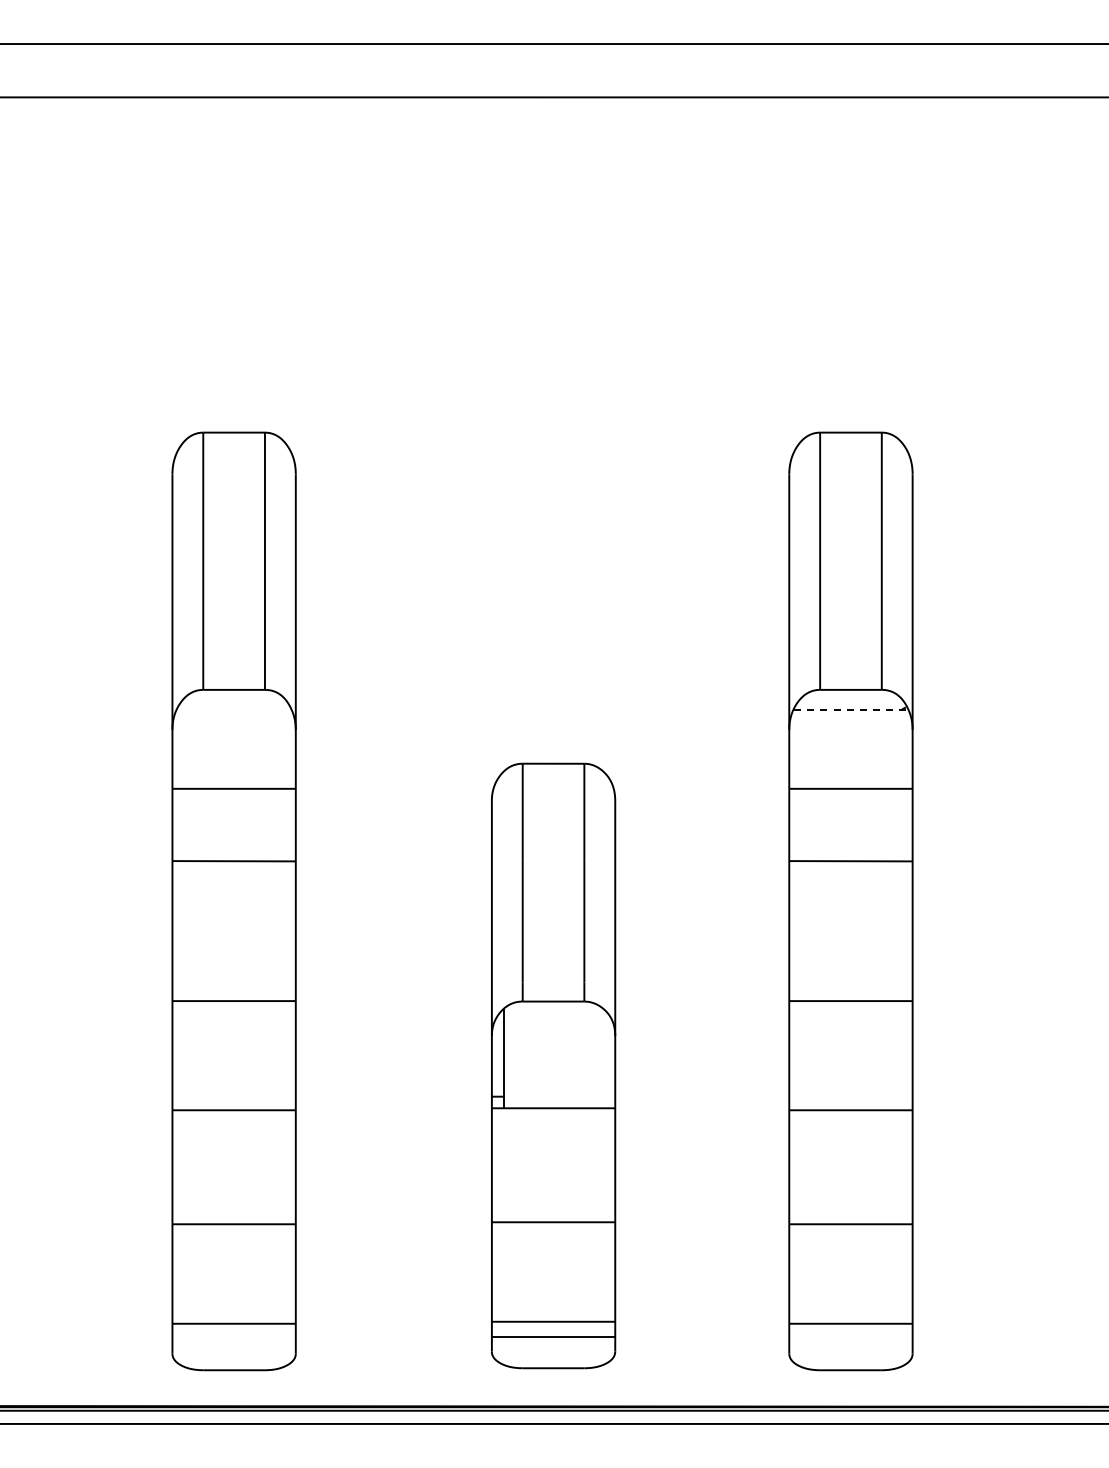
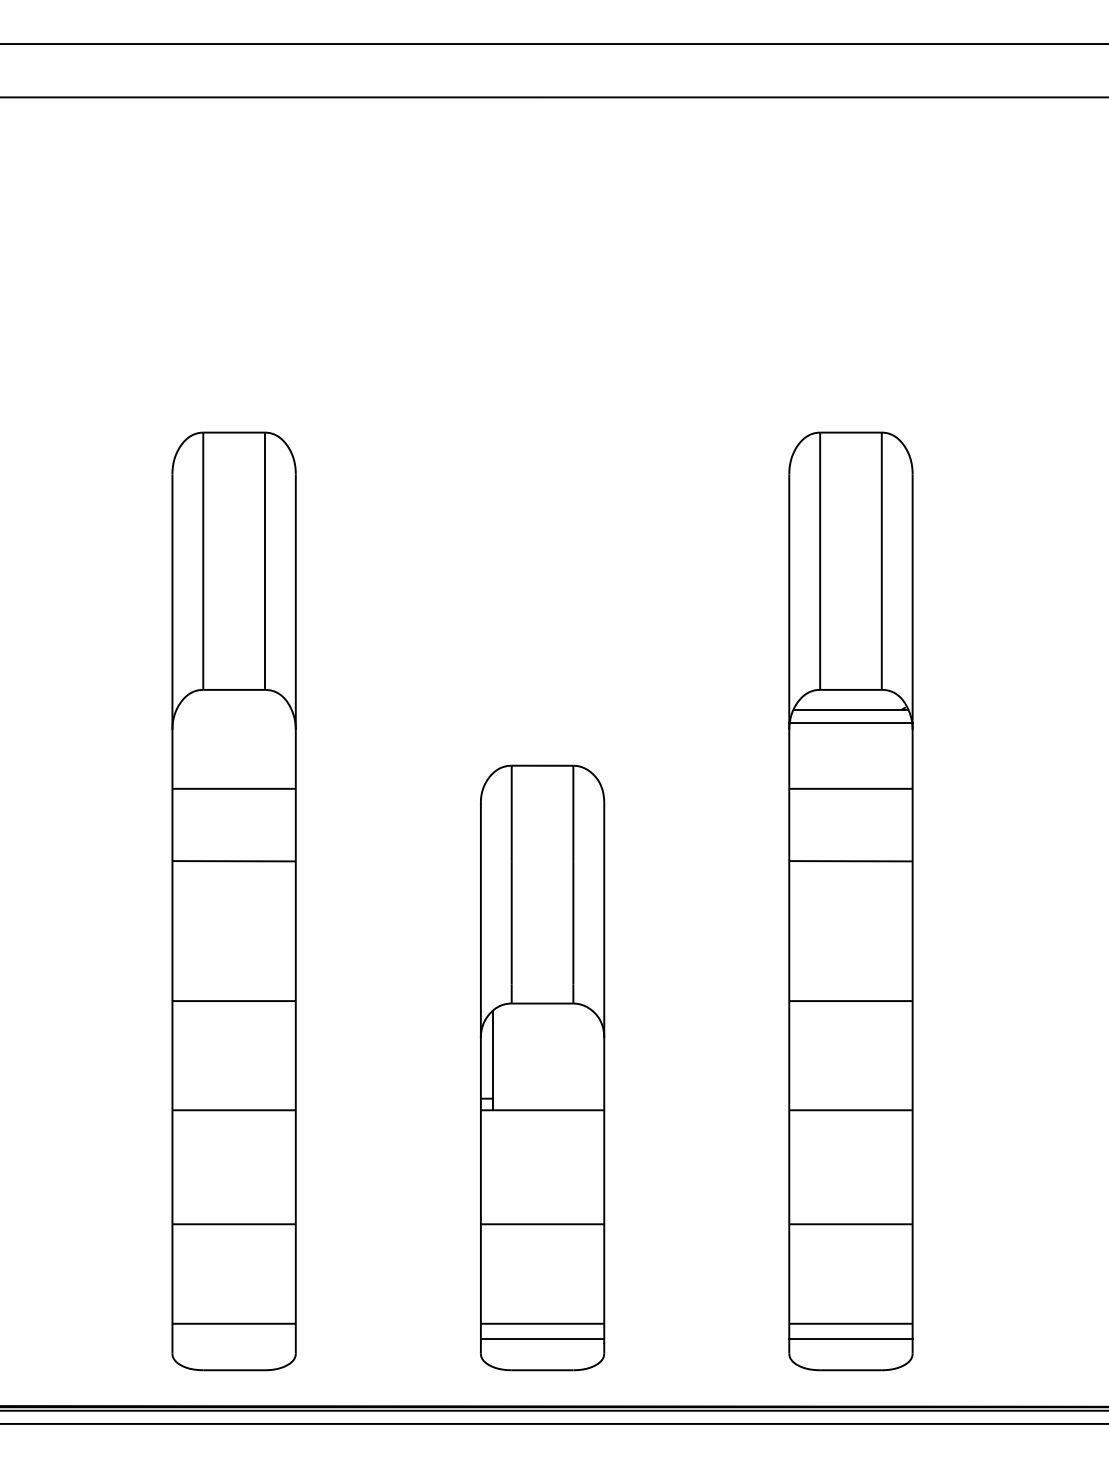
line at (850, 710): dashed -> solid
line at (850, 722): none -> present
part at (553, 1065) position: (553, 1065) -> (542, 1067)
line at (850, 1339): none -> present
